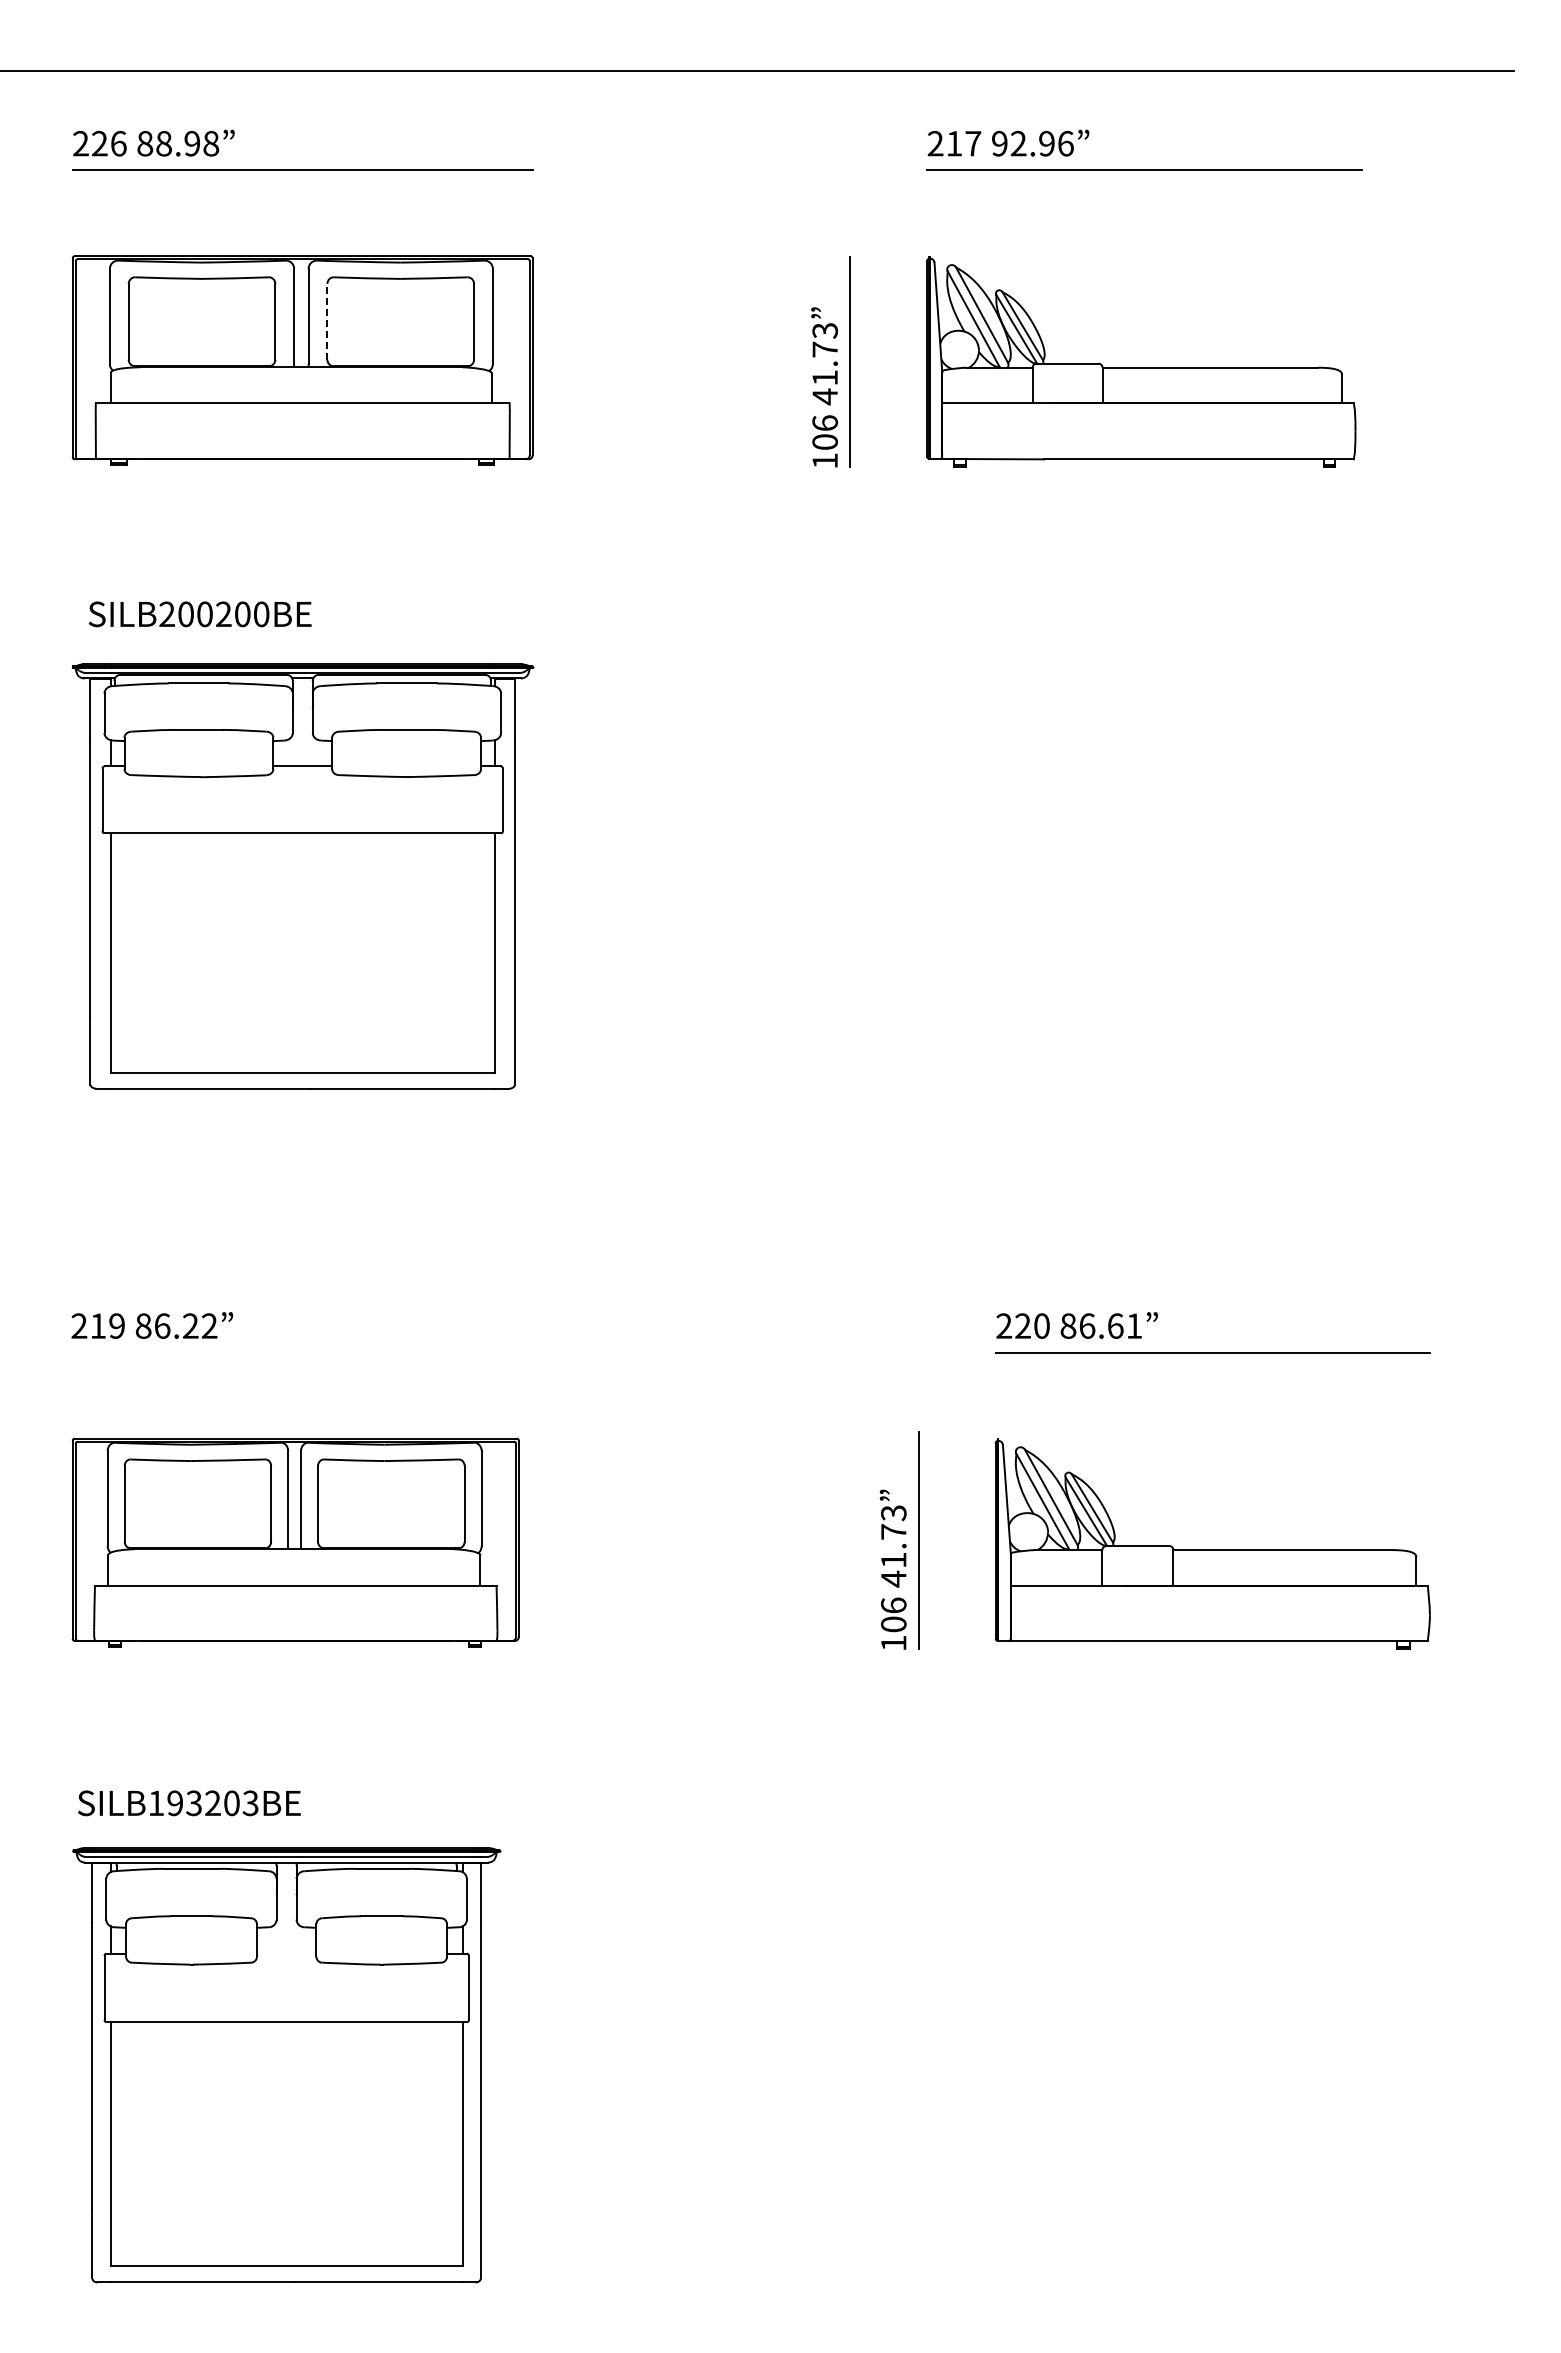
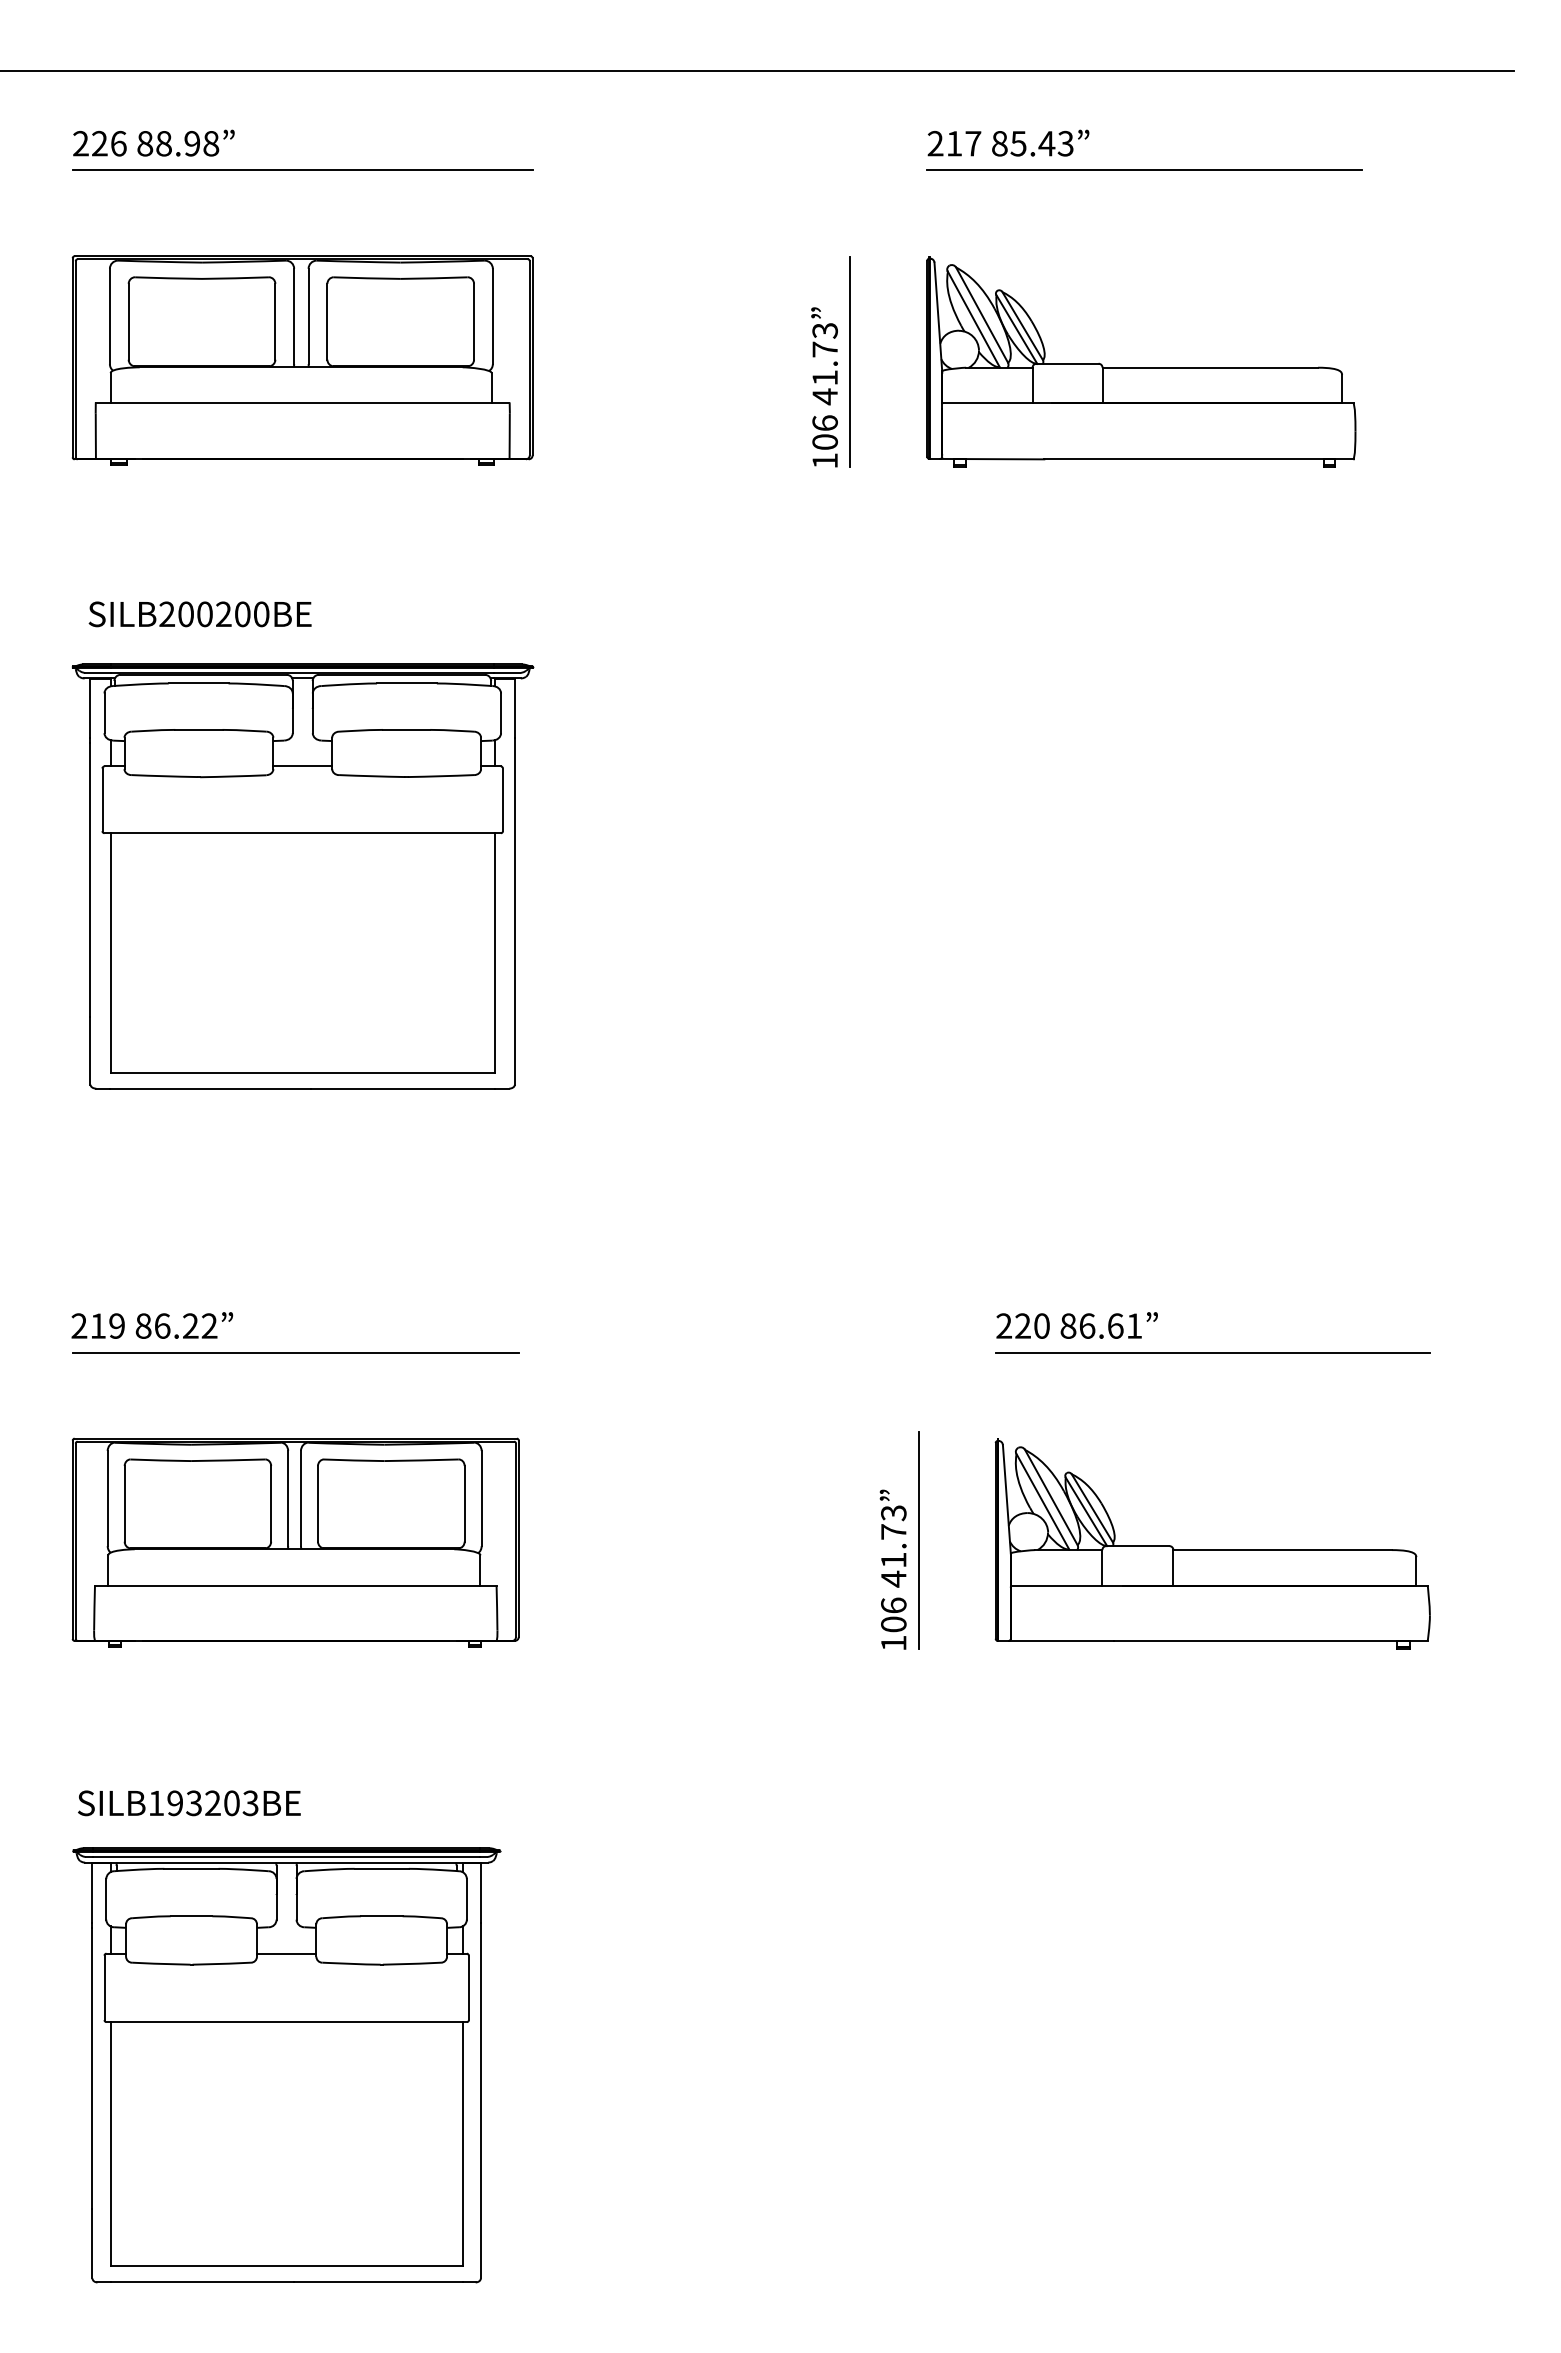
text at (1032, 143): 92.96 -> 85.43
line at (327, 321): dashed -> solid
line at (295, 1352): none -> present
line at (286, 1953): none -> present
